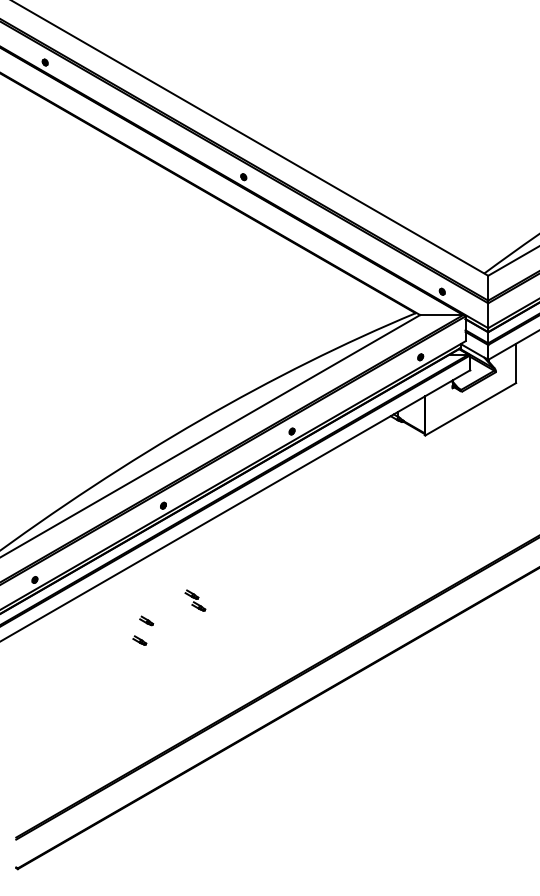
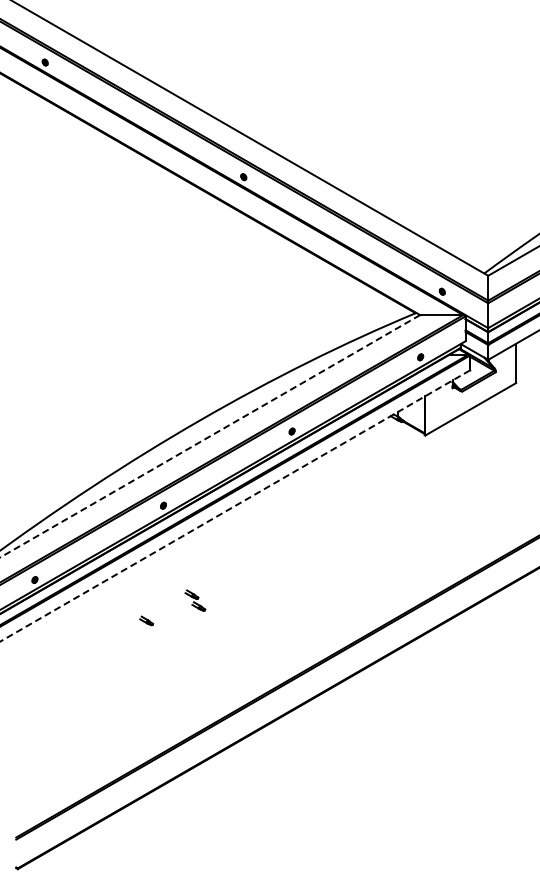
line at (209, 436): solid -> dashed
line at (234, 506): solid -> dashed
part at (139, 640): present -> none
